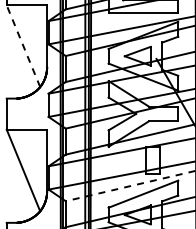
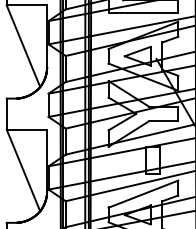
line at (23, 45): dashed -> solid
line at (130, 186): dashed -> solid
